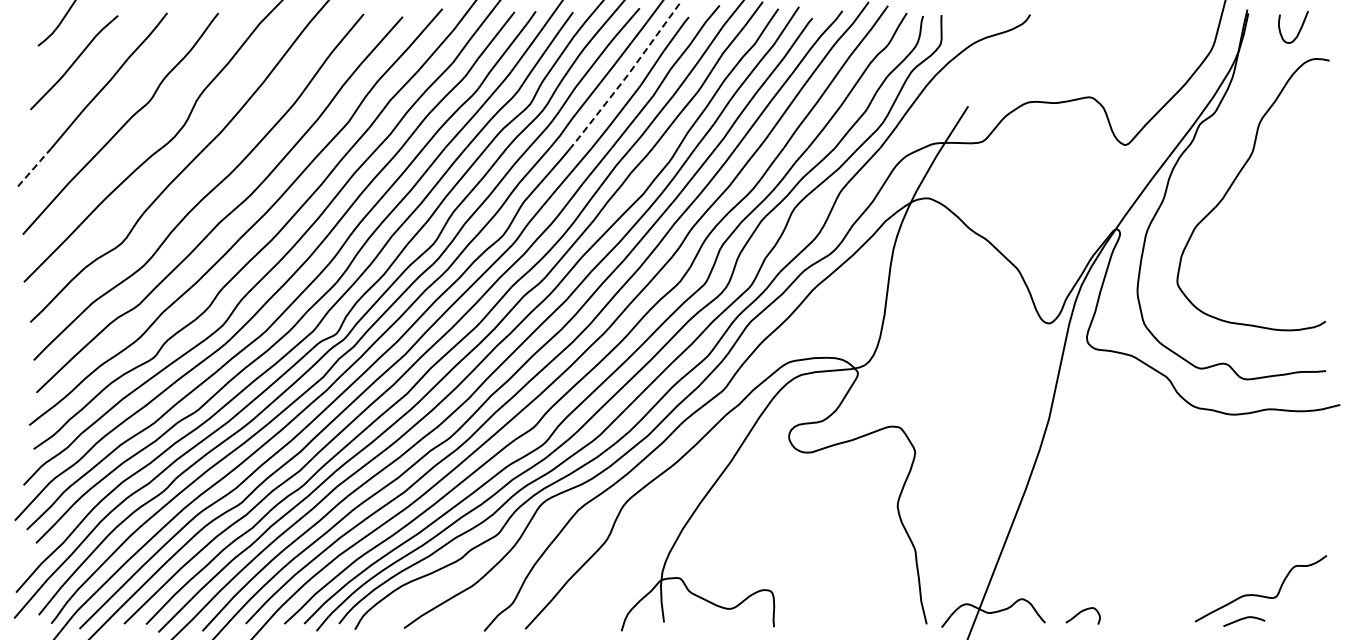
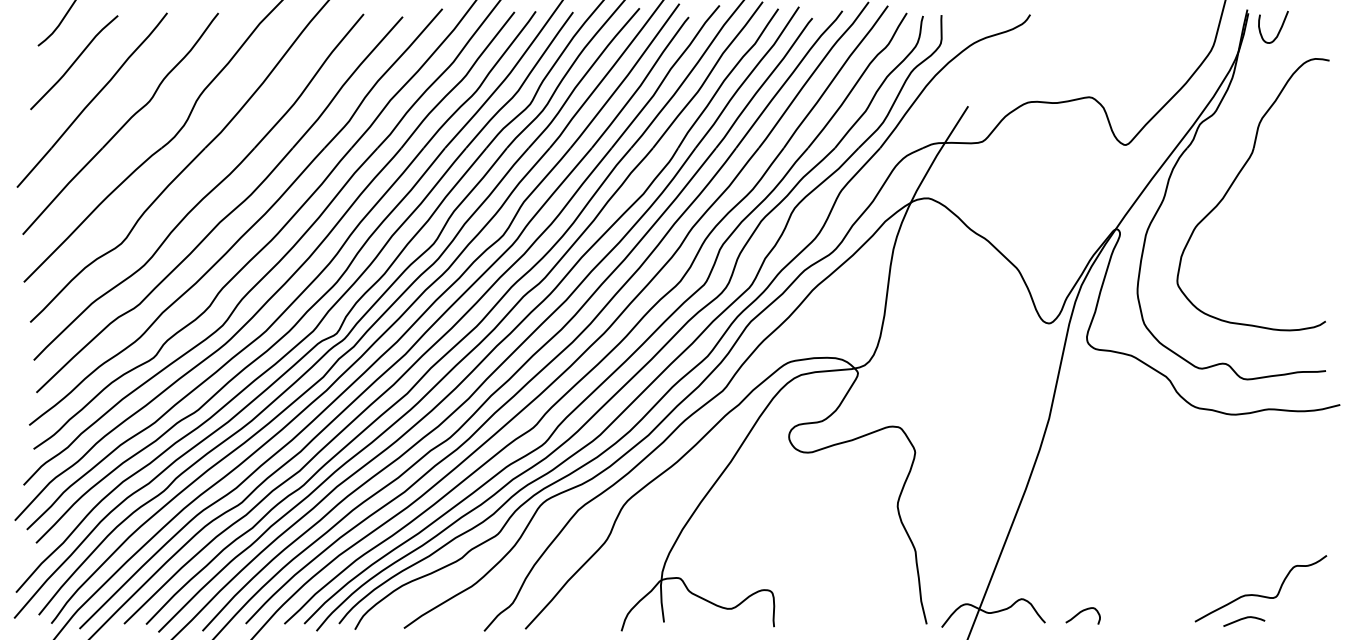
curve at (1299, 29) position: (1299, 29) -> (1279, 29)
line at (626, 77): dashed -> solid
line at (33, 168): dashed -> solid
